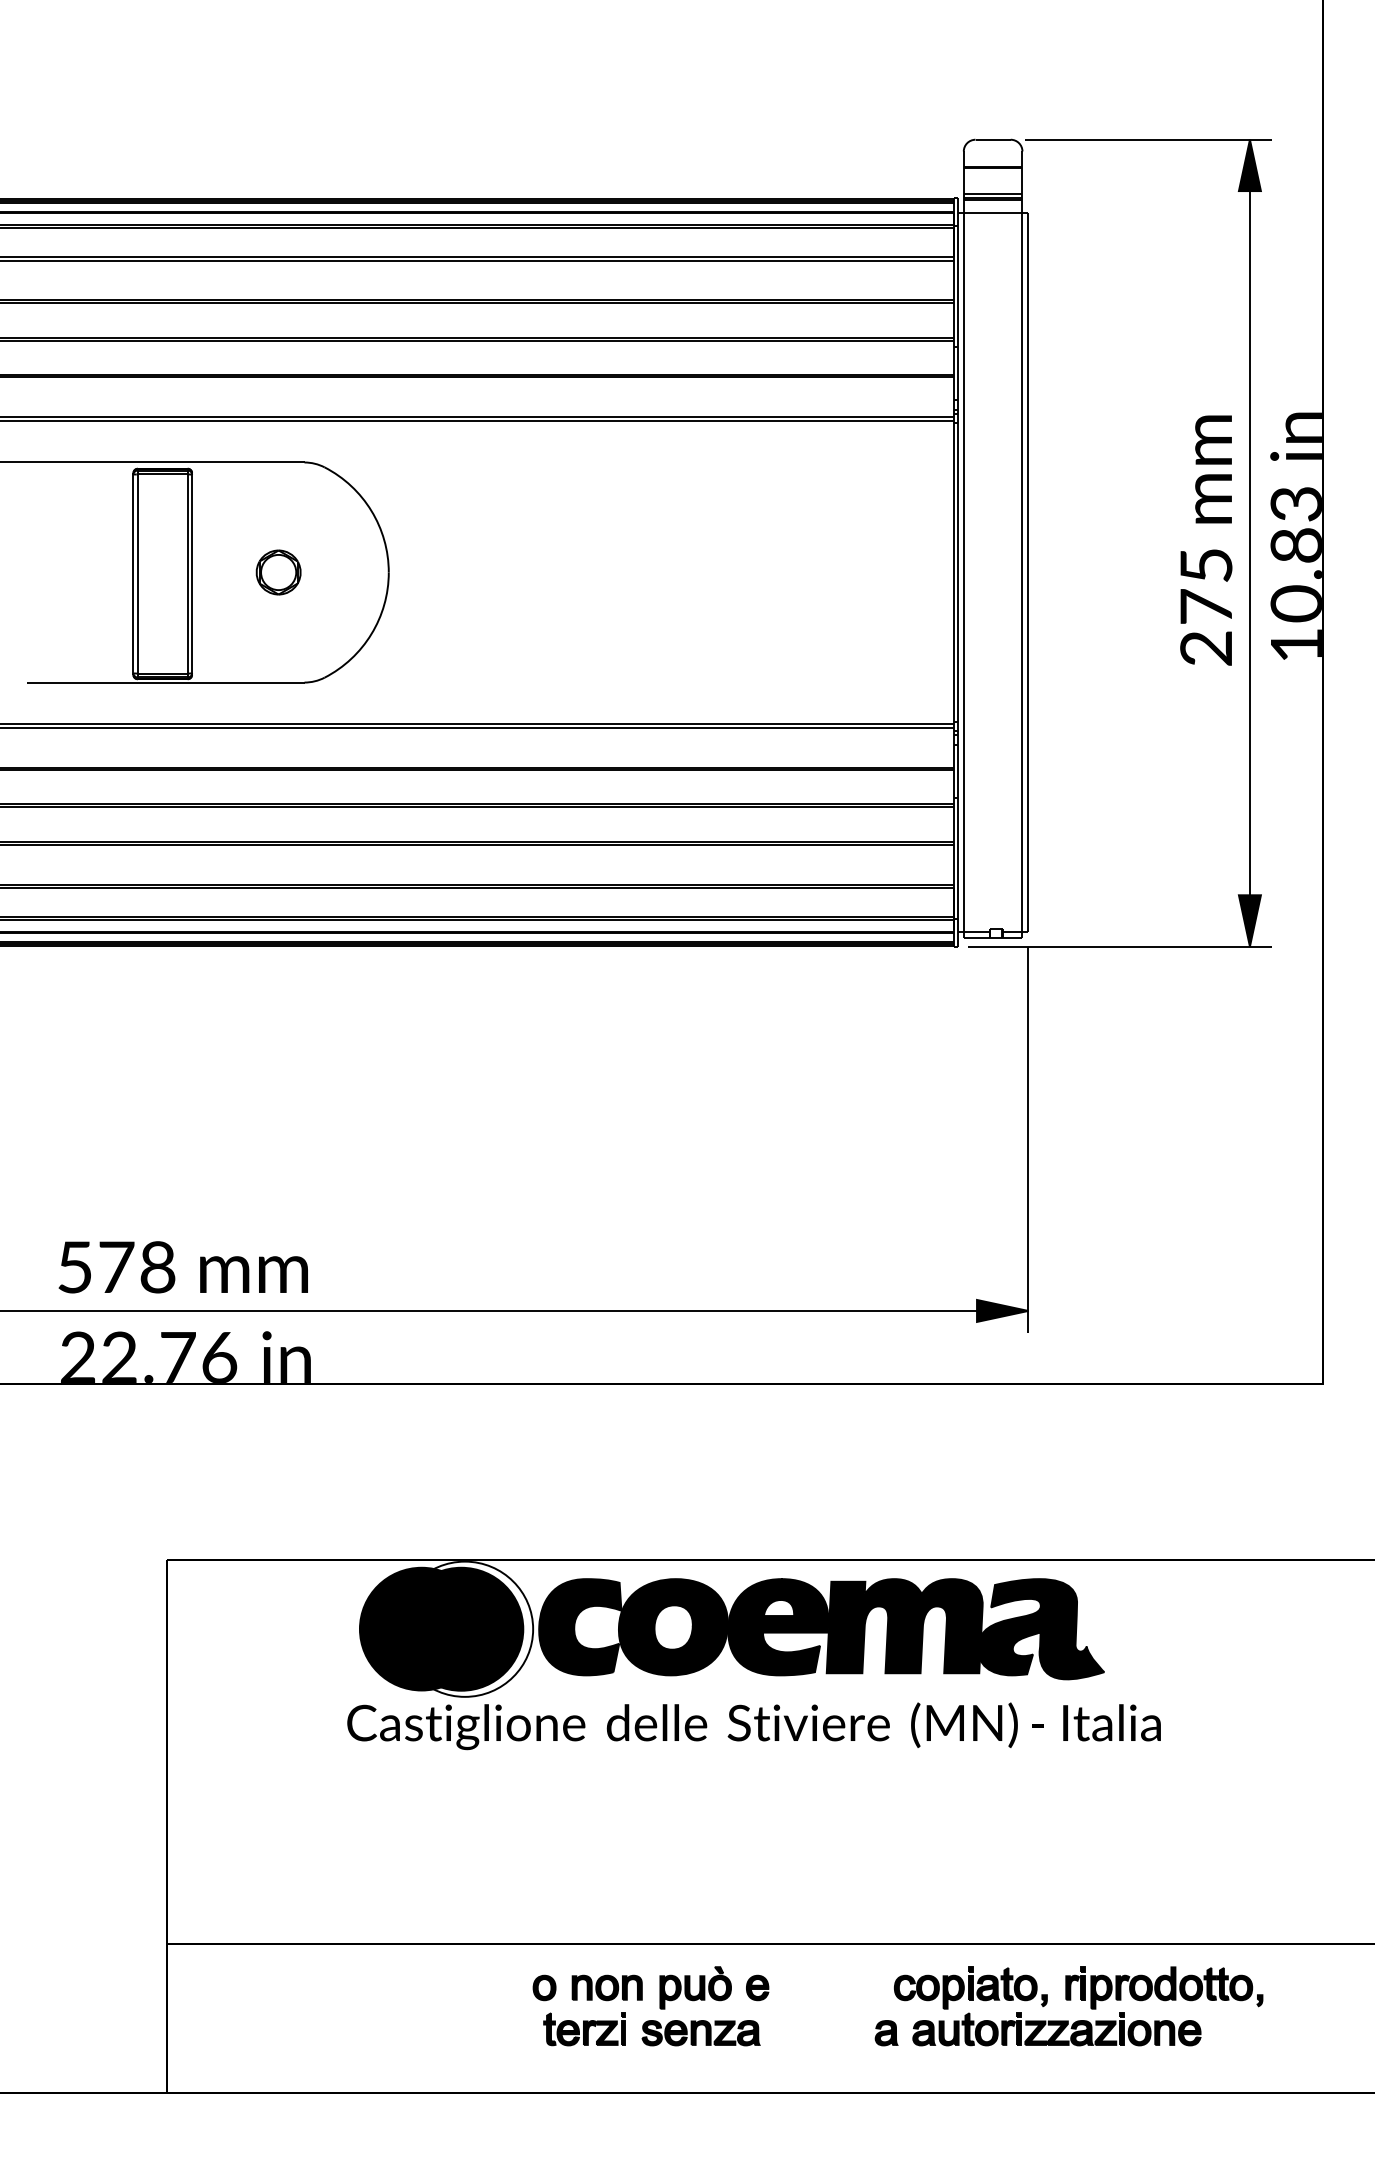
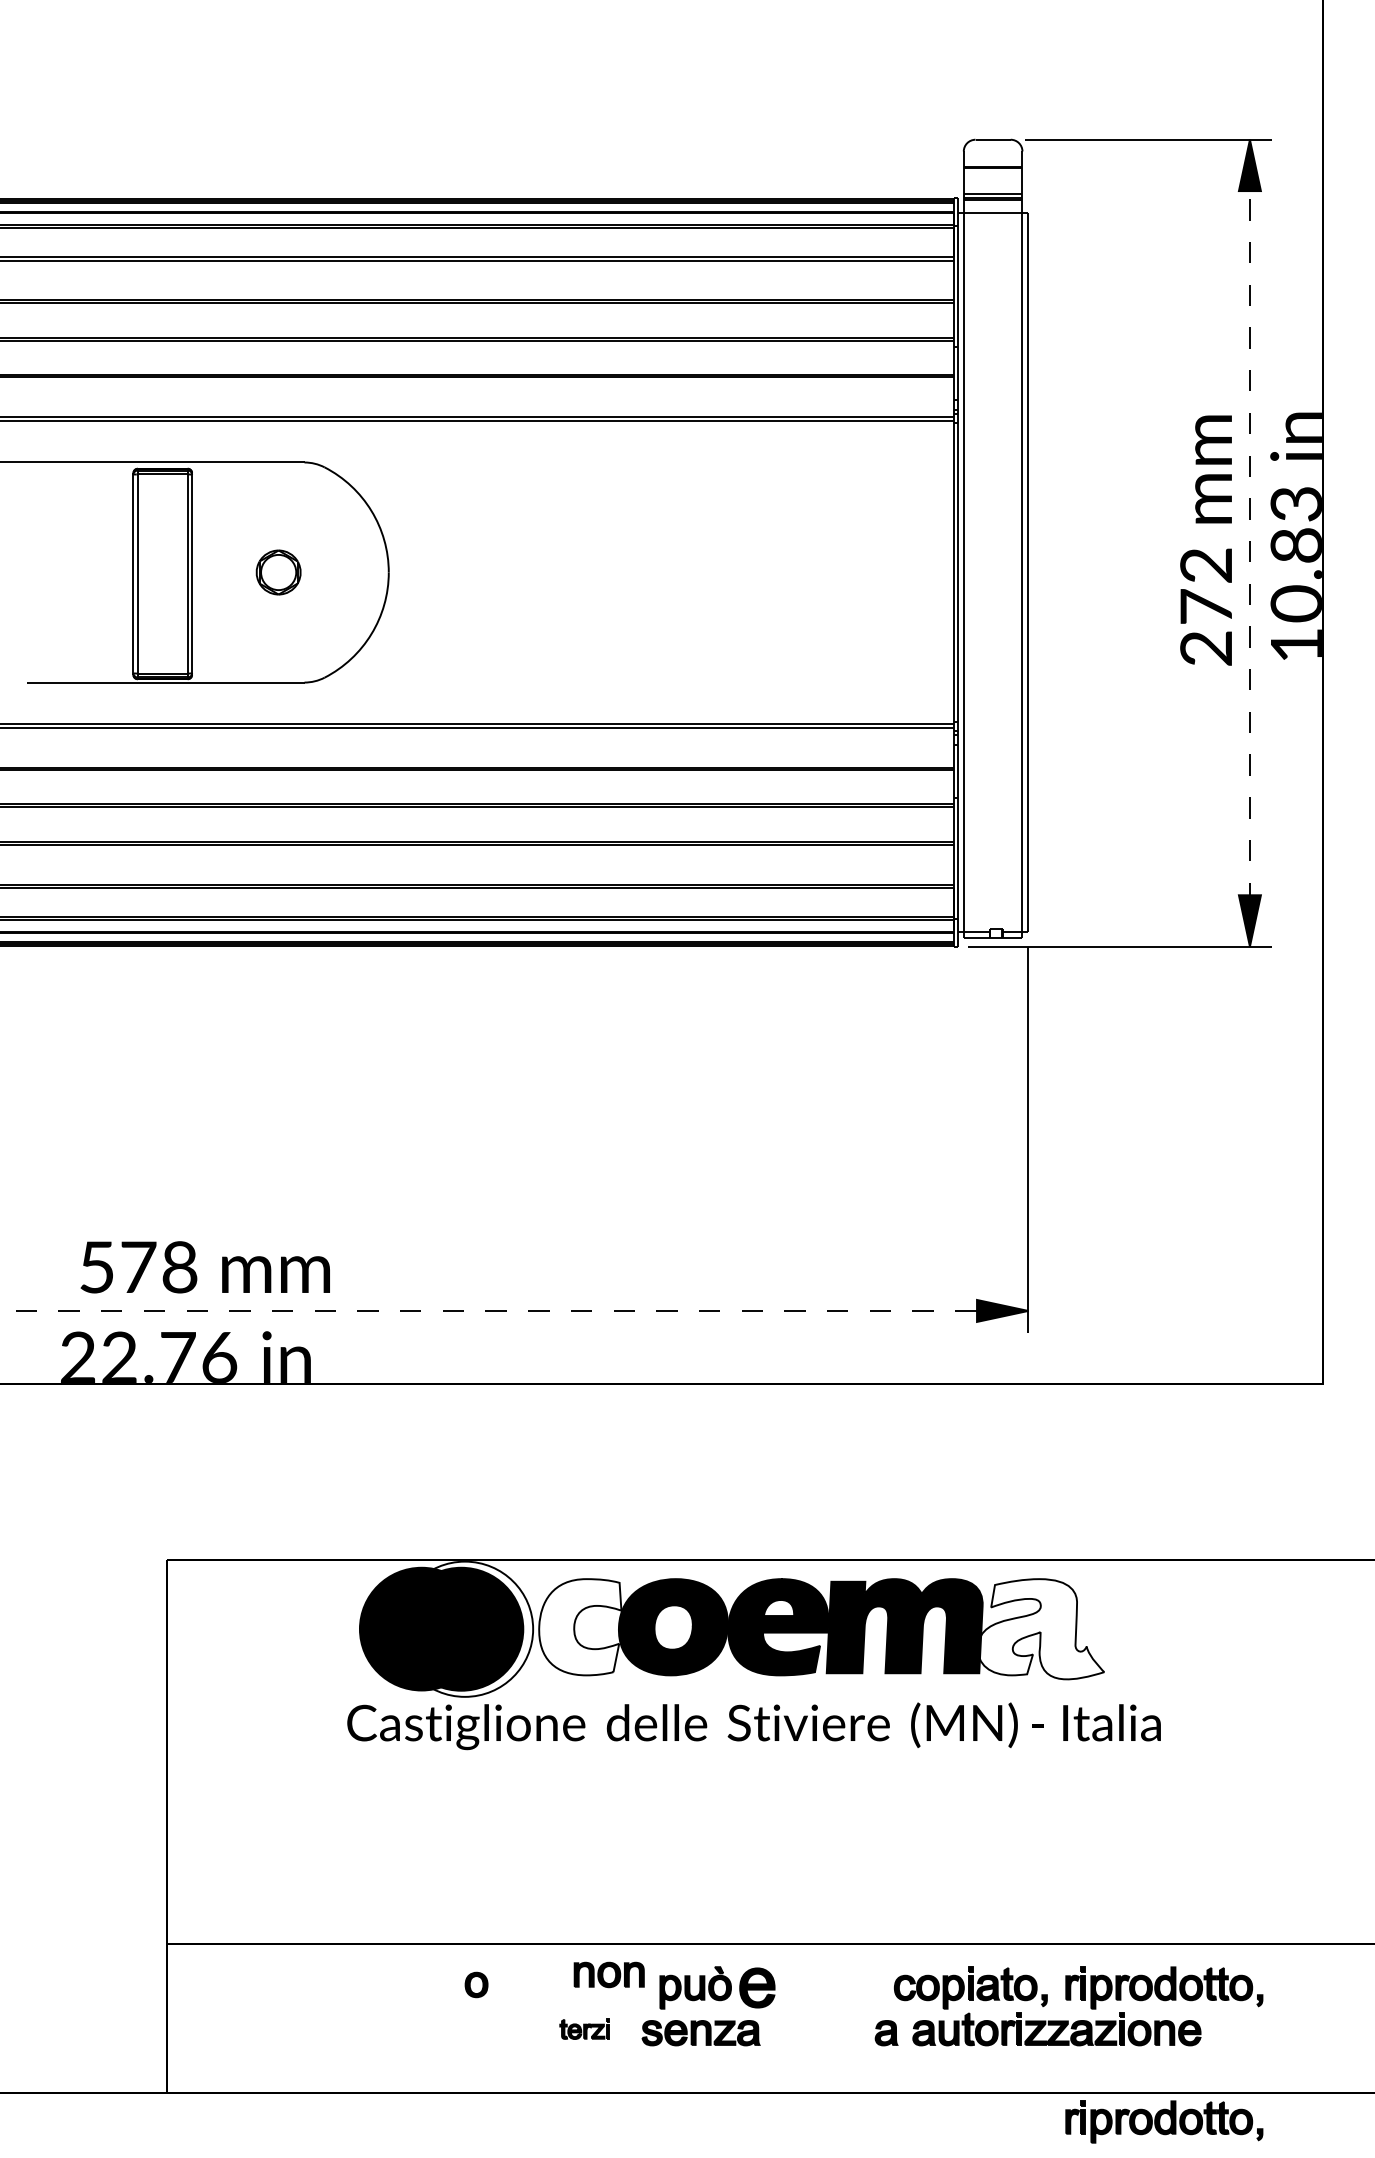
line at (1249, 542): solid -> dashed
text at (1206, 565): 275 -> 272
text at (182, 1267) position: (182, 1267) -> (204, 1267)
line at (514, 1310): solid -> dashed
fill at (580, 1627): present -> none
fill at (1040, 1629): present -> none
part at (544, 1987) position: (544, 1987) -> (476, 1984)
part at (606, 1987) position: (606, 1987) -> (608, 1974)
part at (757, 1987) size: 24x28 px -> 37x42 px
part at (584, 2029) size: 83x35 px -> 51x22 px
part at (1164, 2121): none -> present
